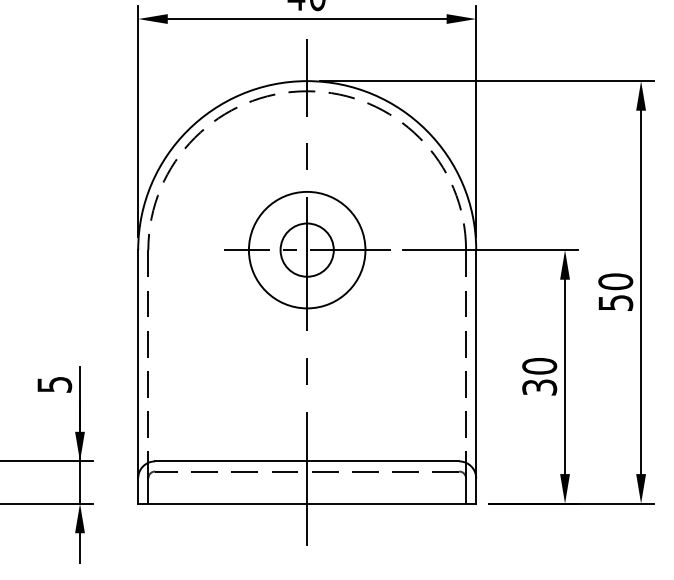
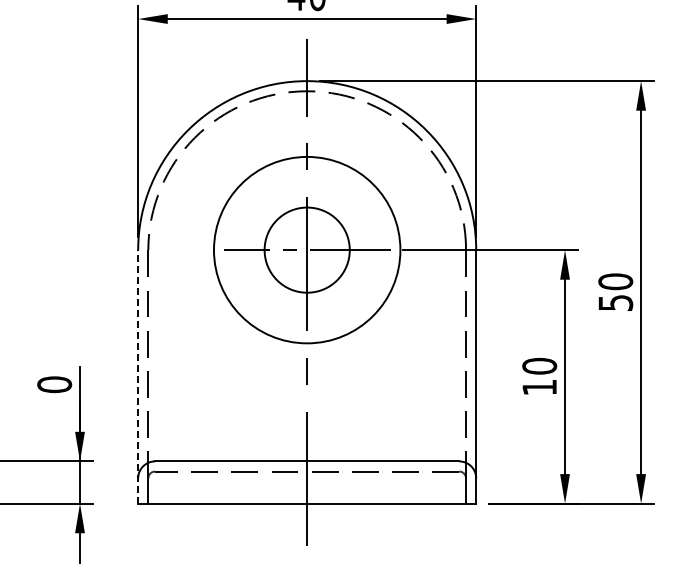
circle at (306, 249) diameter: 117 px -> 186 px
circle at (306, 249) diameter: 53 px -> 85 px
line at (138, 376): solid -> dashed
text at (54, 384): 5 -> 0
text at (539, 387): 30 -> 10
